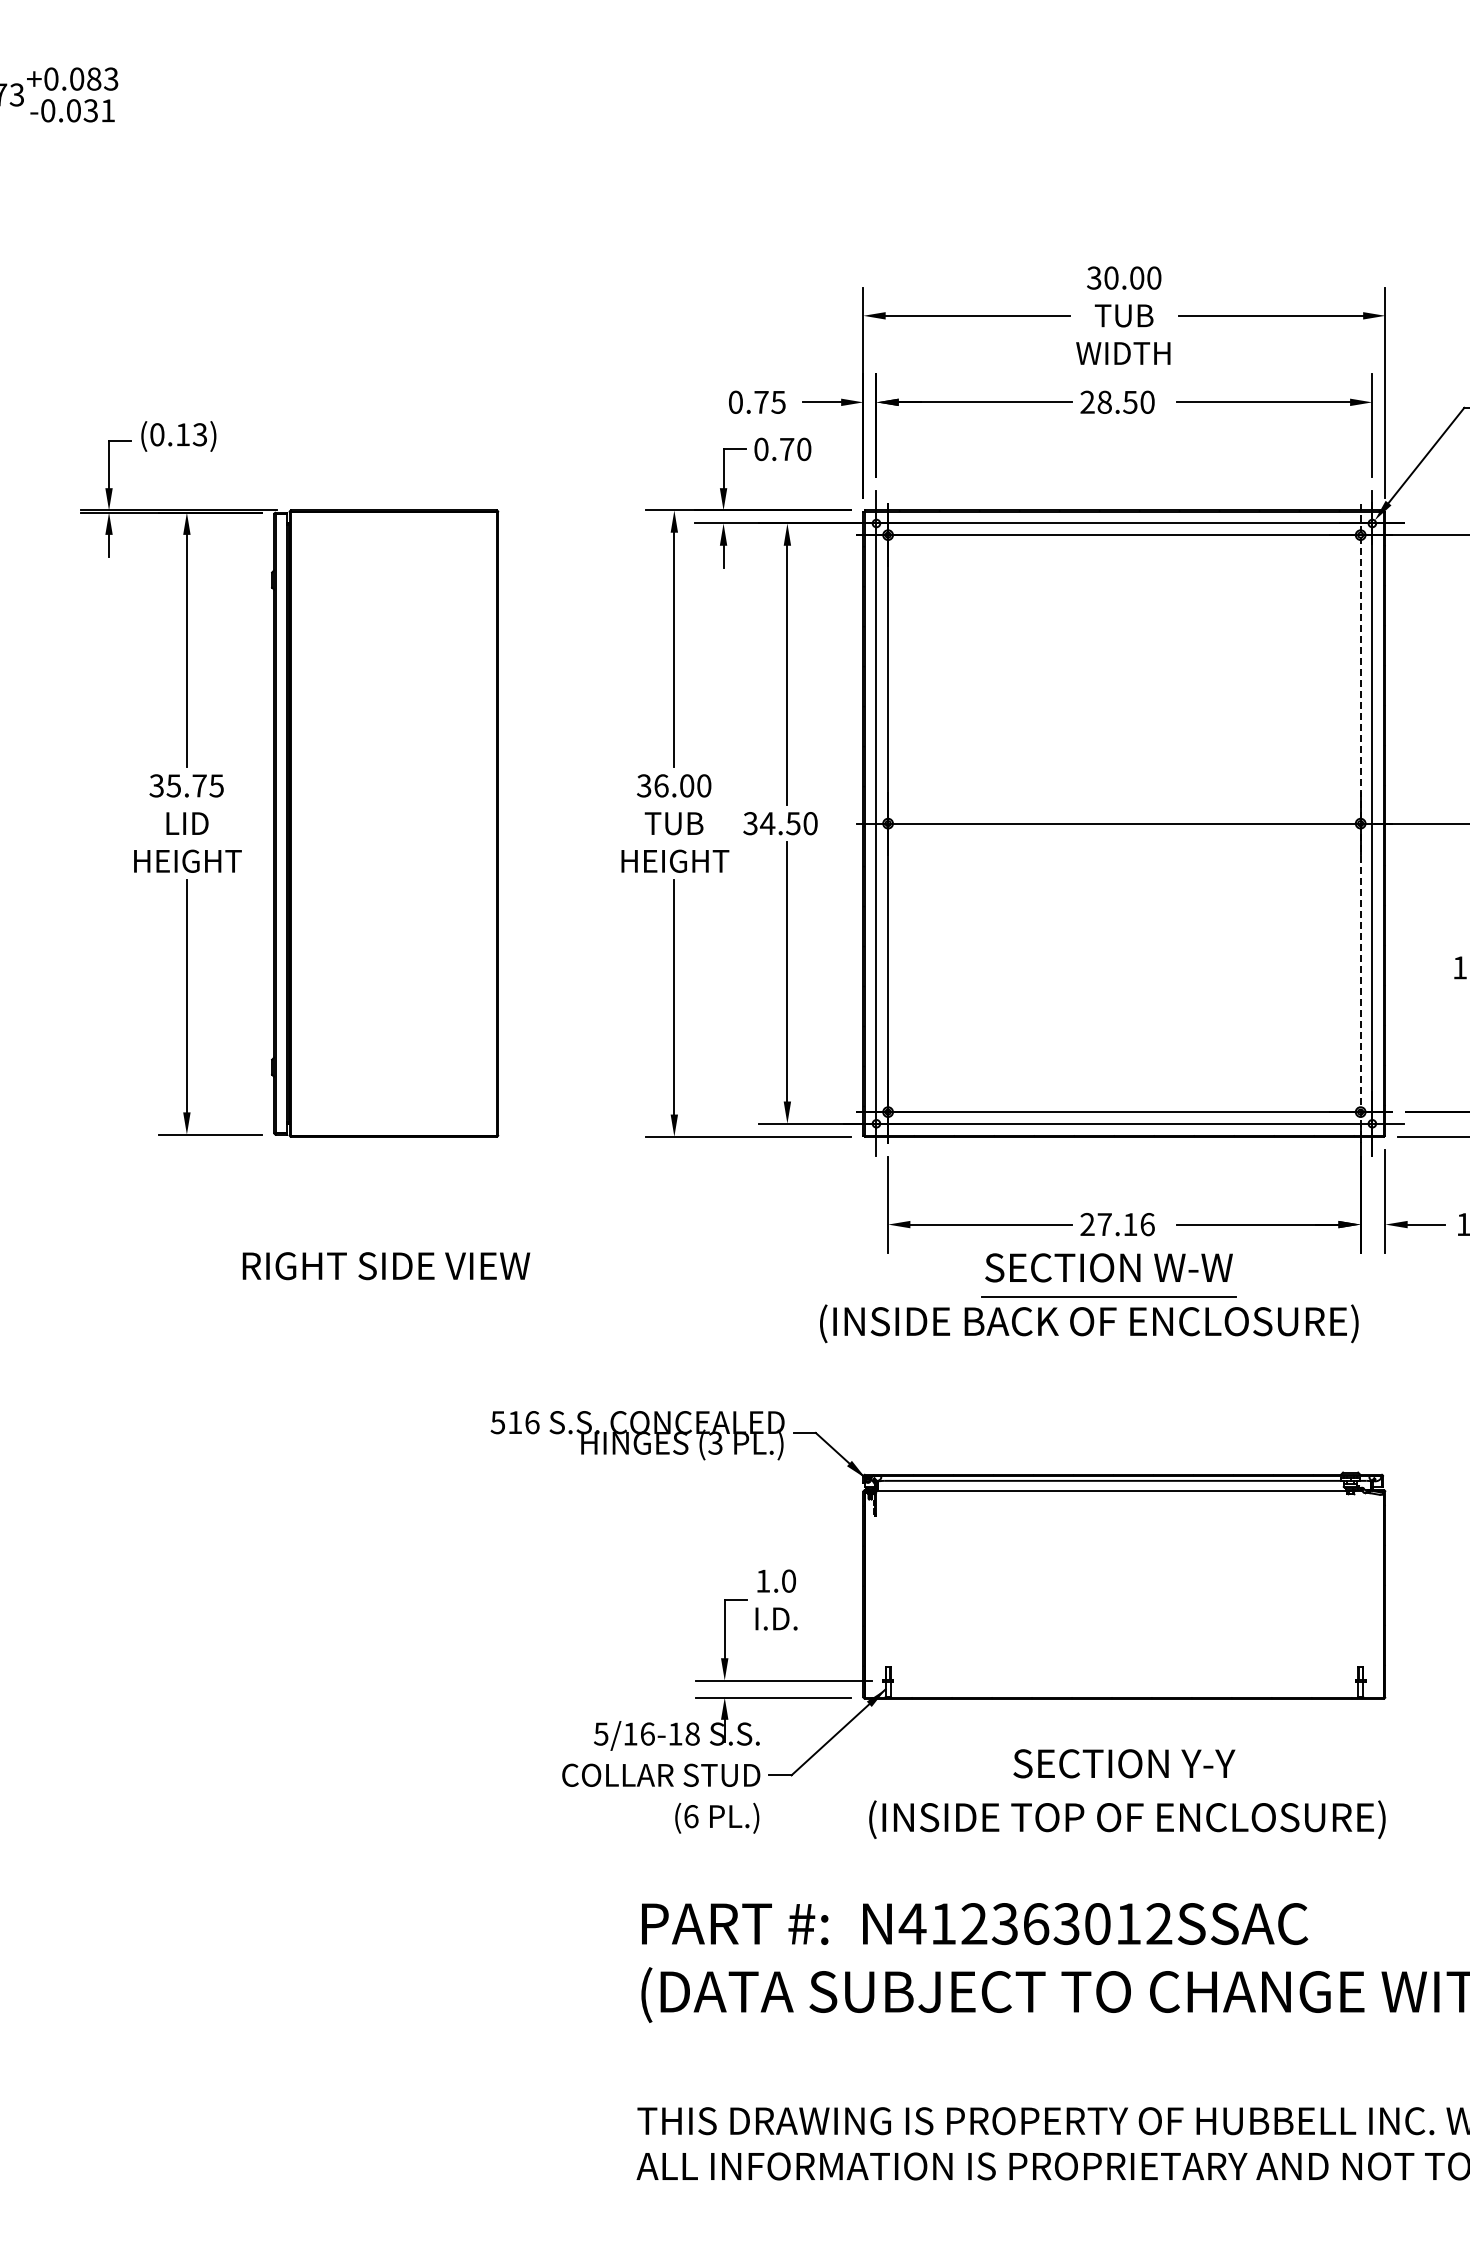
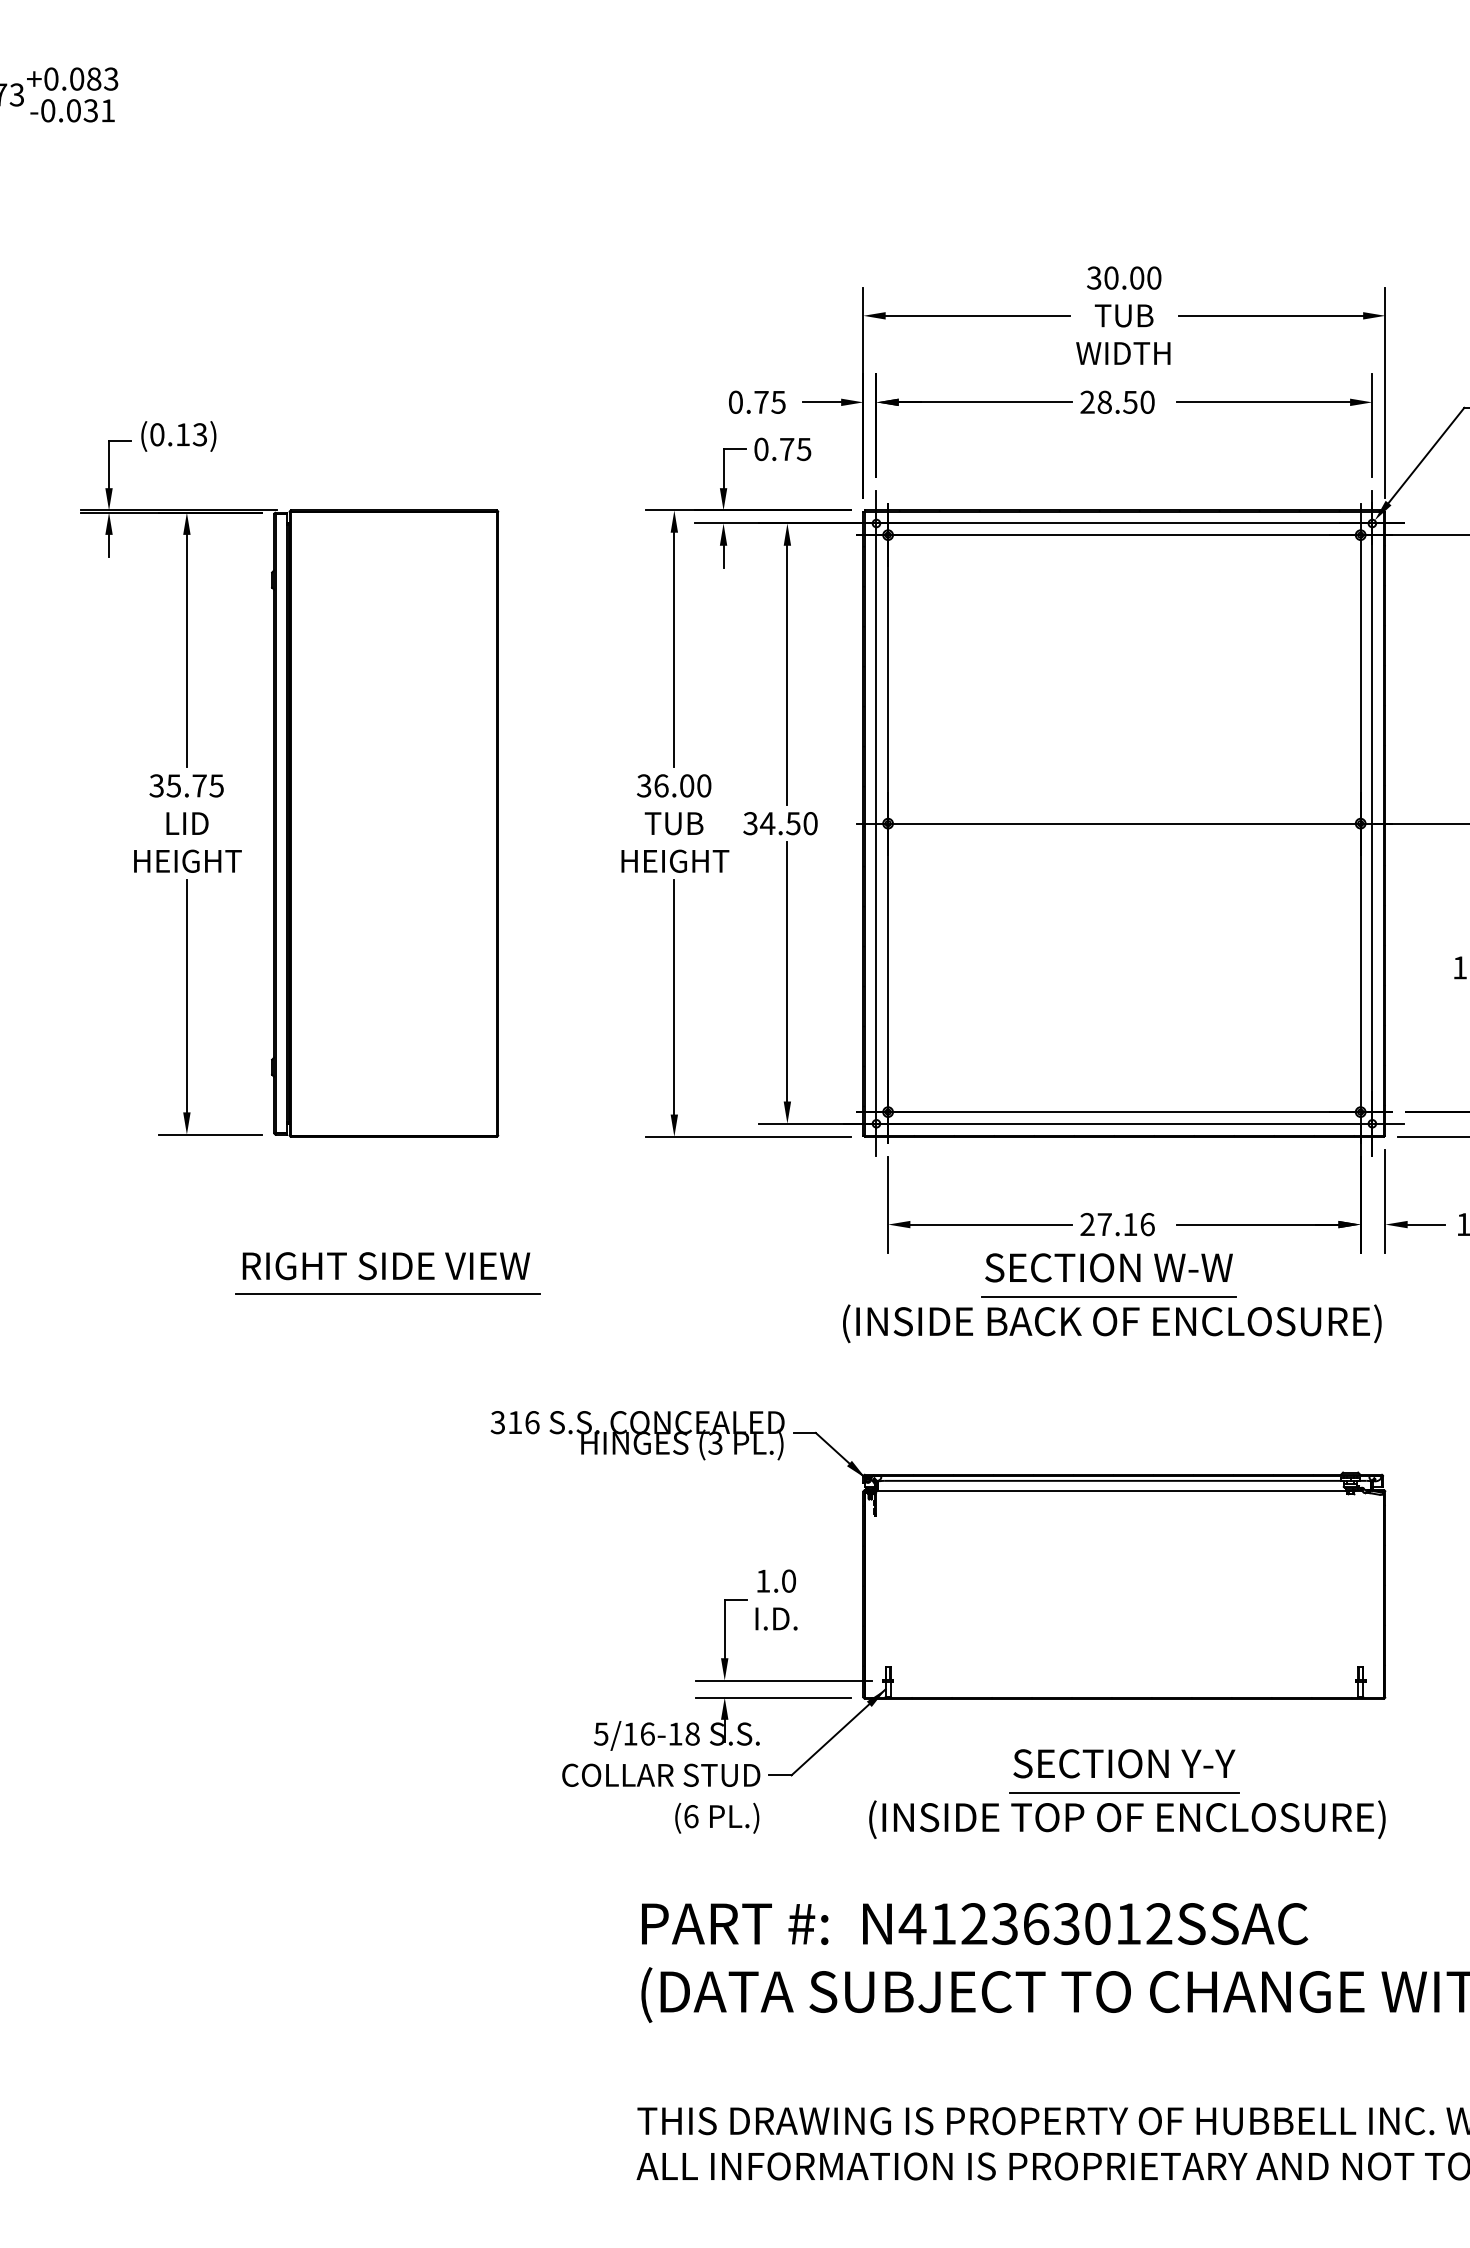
text at (803, 448): 0.70 -> 0.75
line at (1360, 824): dashed -> solid
line at (388, 1293): none -> present
text at (1089, 1323) position: (1089, 1323) -> (1112, 1323)
text at (497, 1422): 516 -> 316
line at (1124, 1792): none -> present
